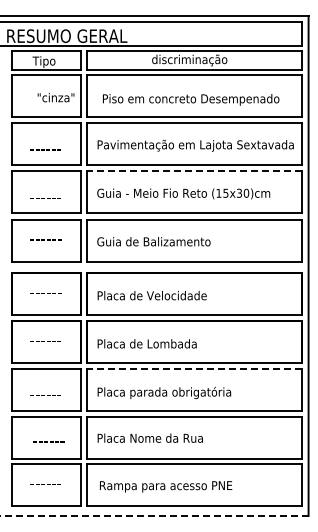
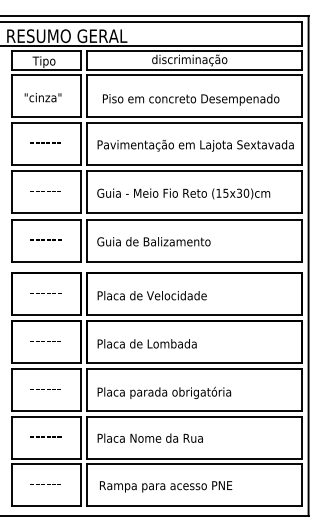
text at (55, 97) position: (55, 97) -> (42, 97)
text at (45, 149) position: (45, 149) -> (45, 142)
line at (194, 171): dashed -> solid
text at (45, 198) position: (45, 198) -> (45, 191)
line at (194, 369): dashed -> solid
text at (45, 395) position: (45, 395) -> (45, 389)
text at (48, 441) position: (48, 441) -> (45, 436)
line at (154, 516): dashed -> solid
